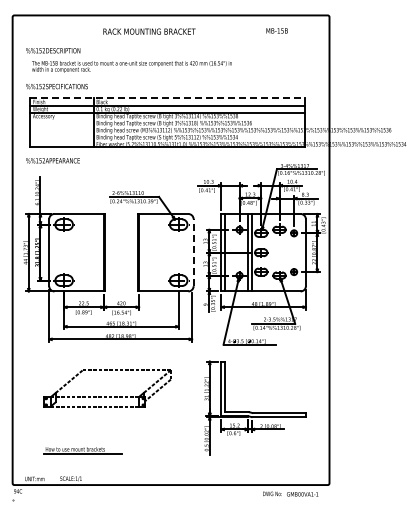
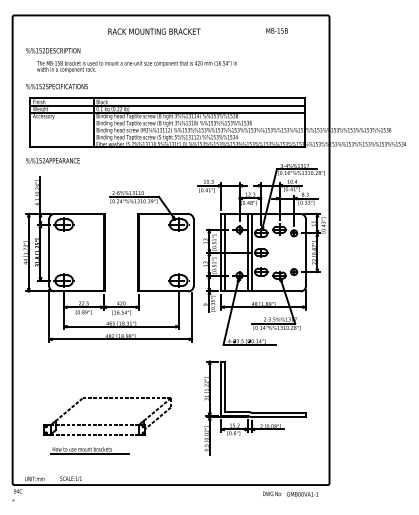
text at (149, 31) position: (149, 31) -> (154, 31)
text at (131, 66) position: (131, 66) -> (136, 66)
line at (168, 98): dashed -> solid
line at (193, 252): dashed -> solid
part at (106, 396) position: (106, 396) -> (106, 424)
part at (82, 450) position: (82, 450) -> (89, 450)
